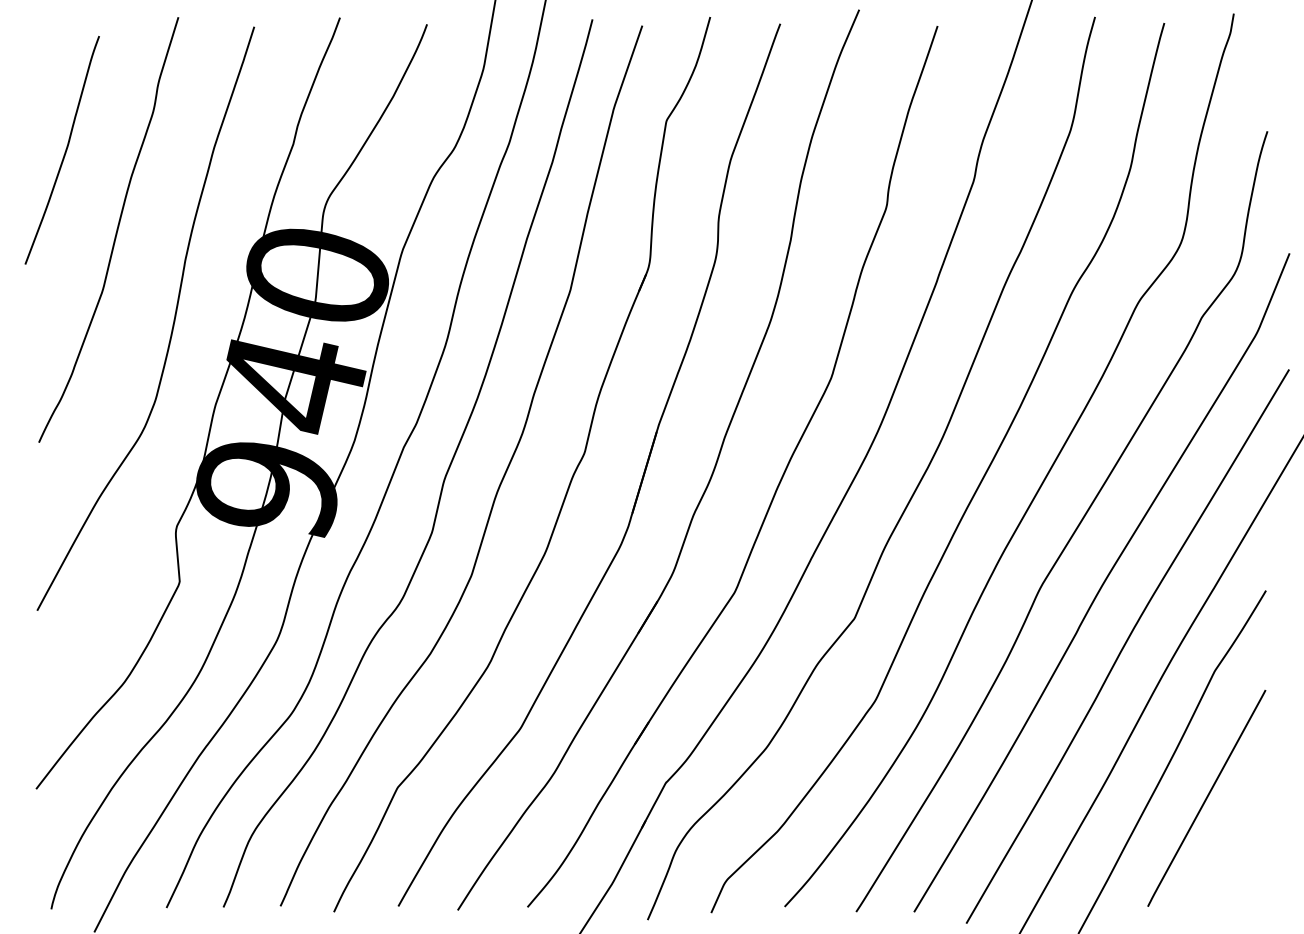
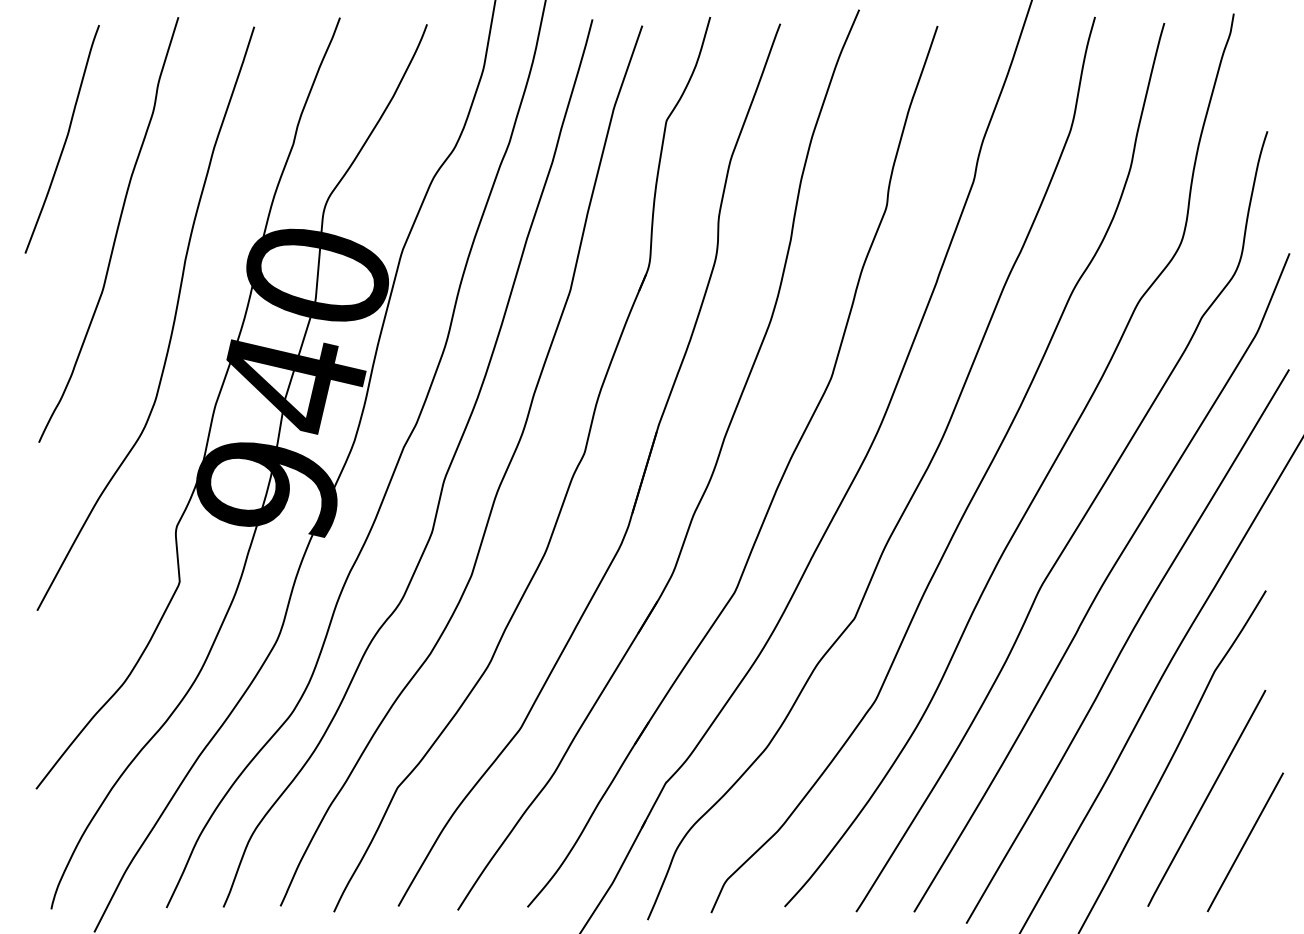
curve at (64, 152) position: (64, 152) -> (64, 141)
line at (1245, 842): none -> present
